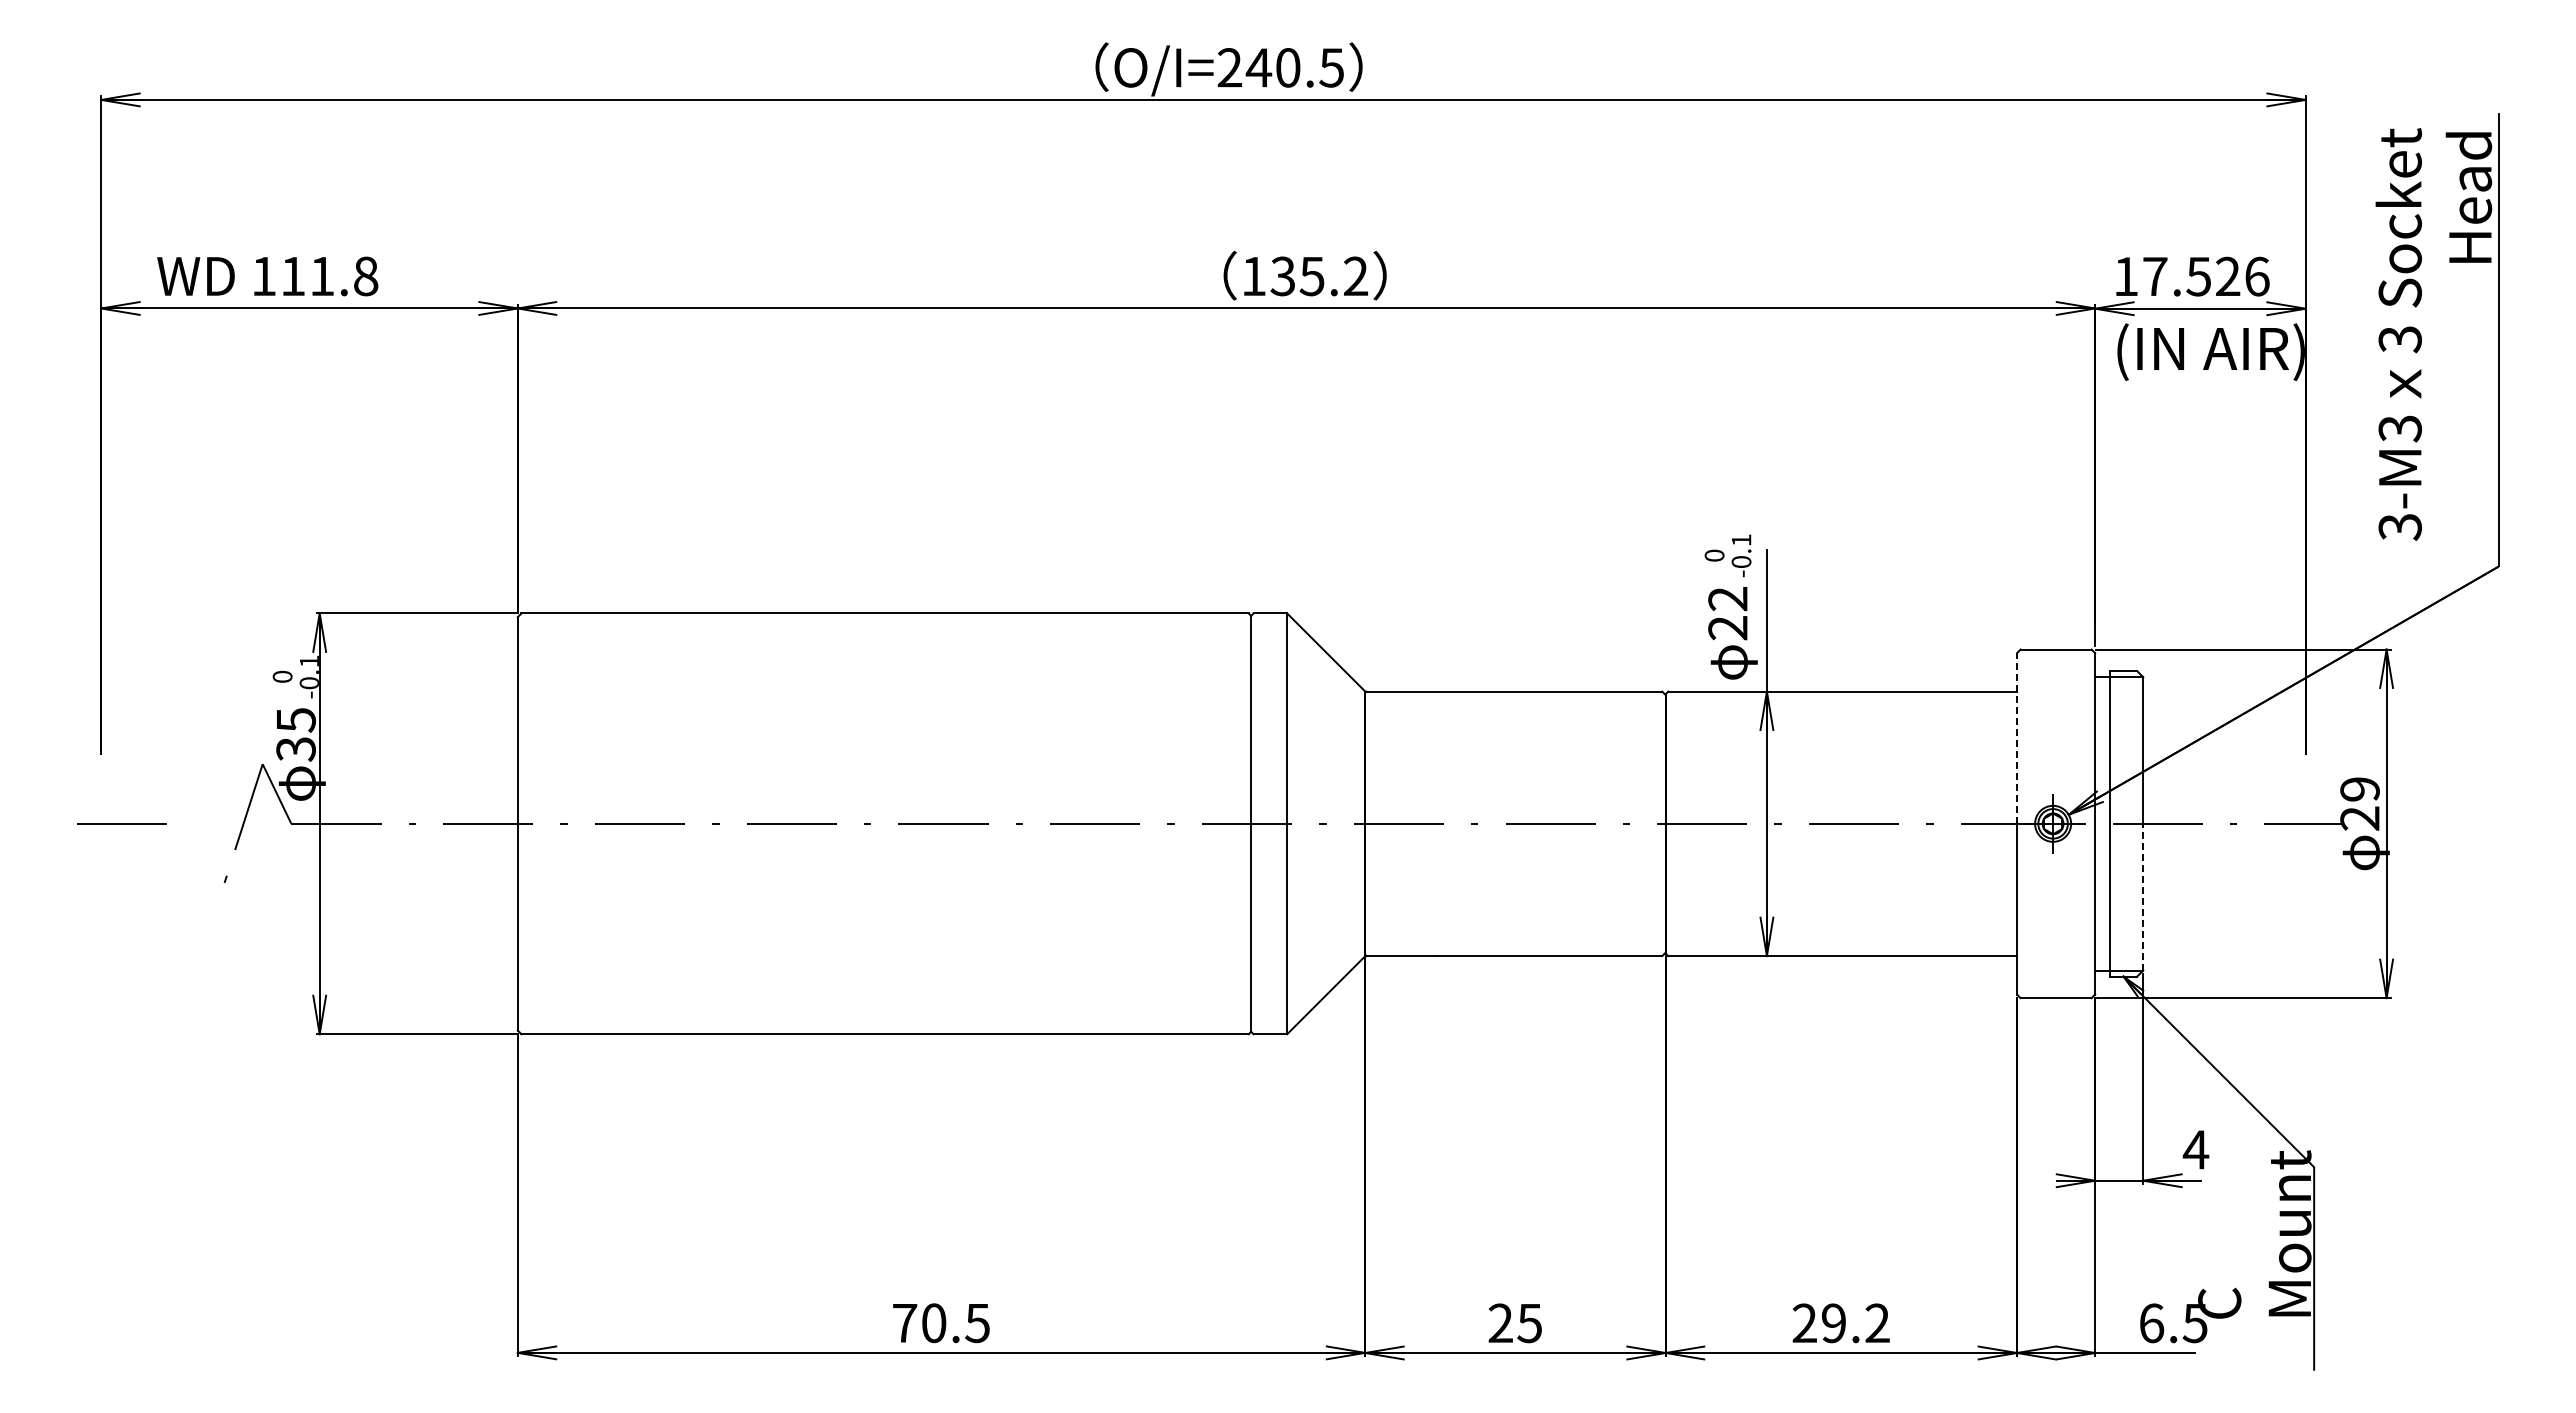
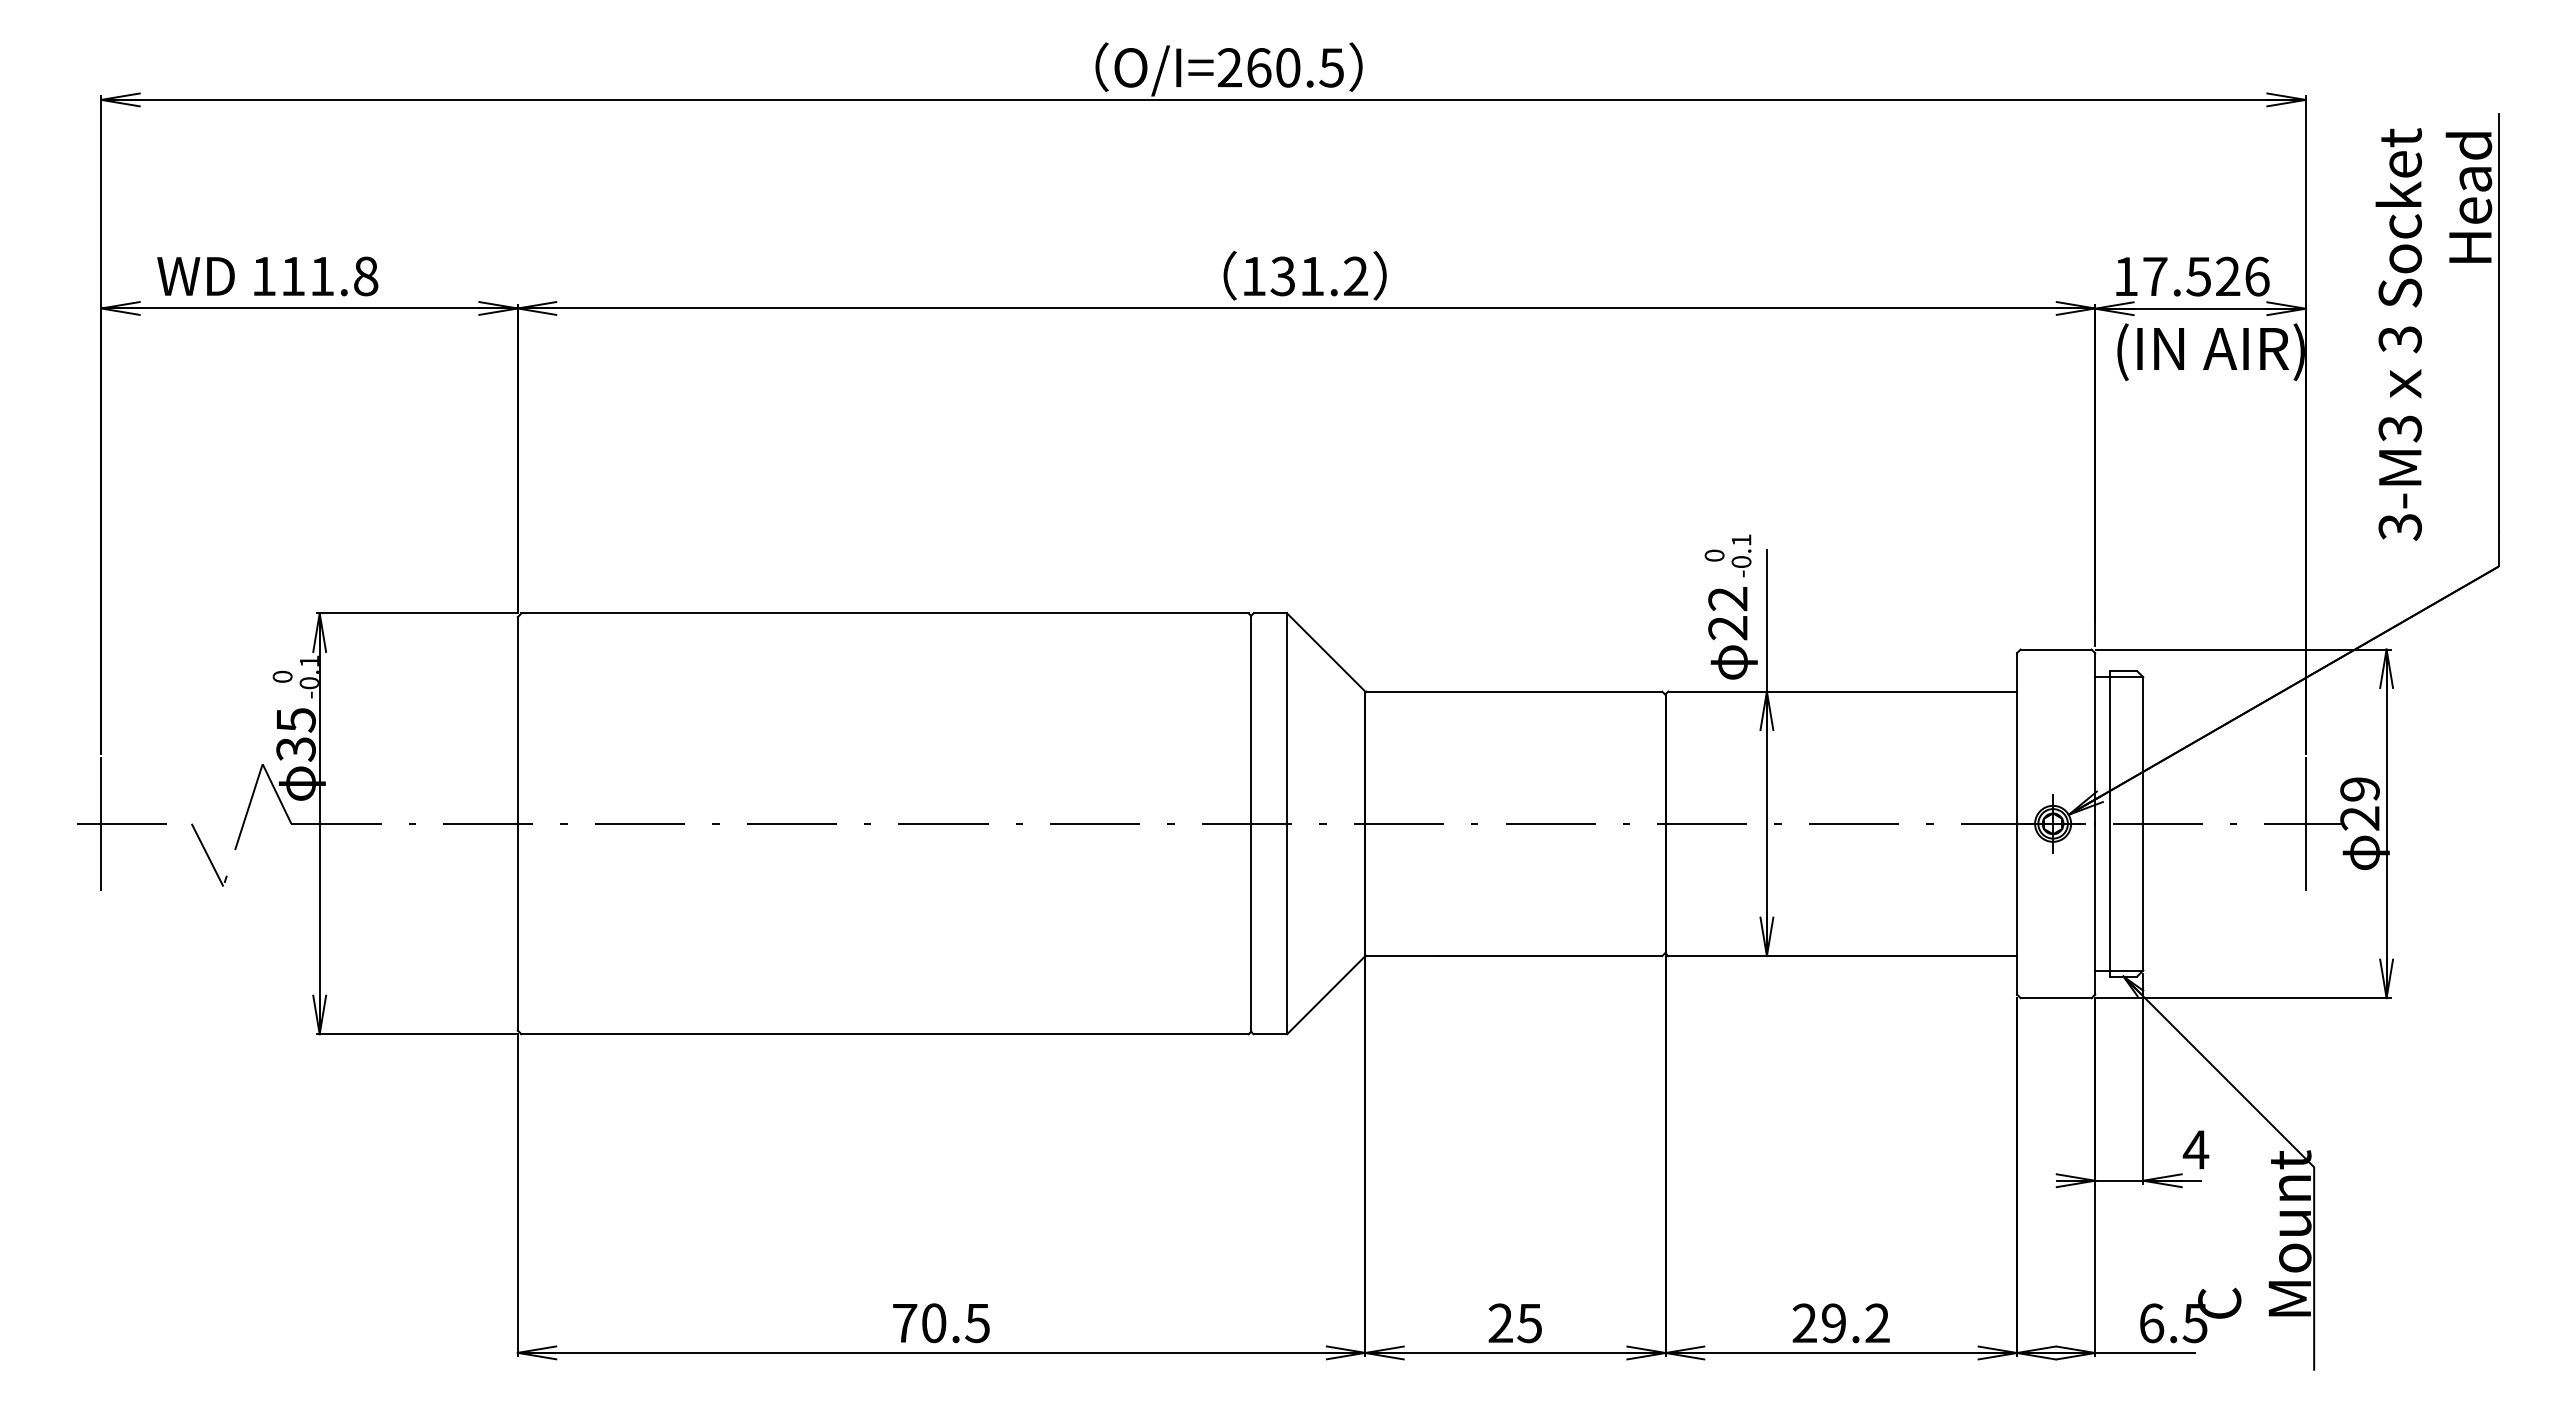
text at (1258, 67): O/I=240.5 -> O/I=260.5
text at (1311, 276): 135.2 -> 131.2
line at (2017, 738): dashed -> solid
line at (101, 823): none -> present
line at (2305, 823): none -> present
line at (207, 854): none -> present
line at (2143, 896): dashed -> solid
